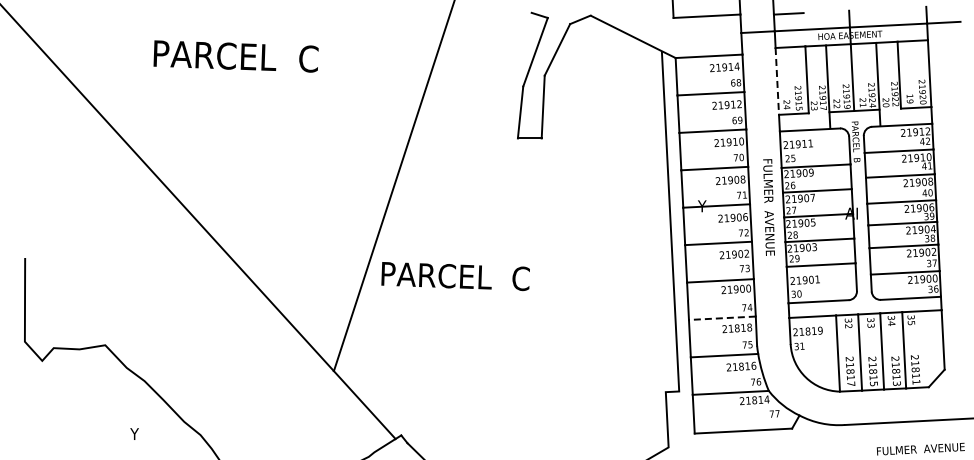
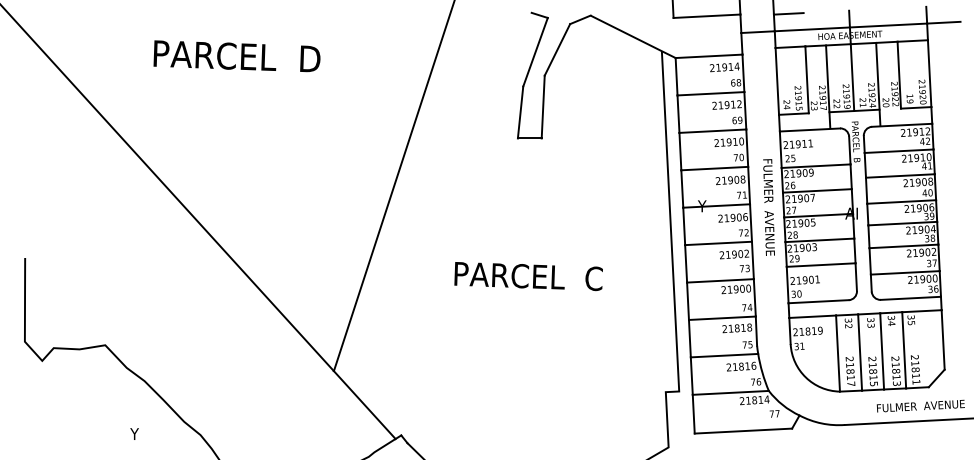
text at (309, 58): PARCEL  C -> PARCEL  D
line at (777, 81): dashed -> solid
text at (455, 276) position: (455, 276) -> (528, 276)
line at (721, 318): dashed -> solid
text at (920, 448) position: (920, 448) -> (920, 405)
